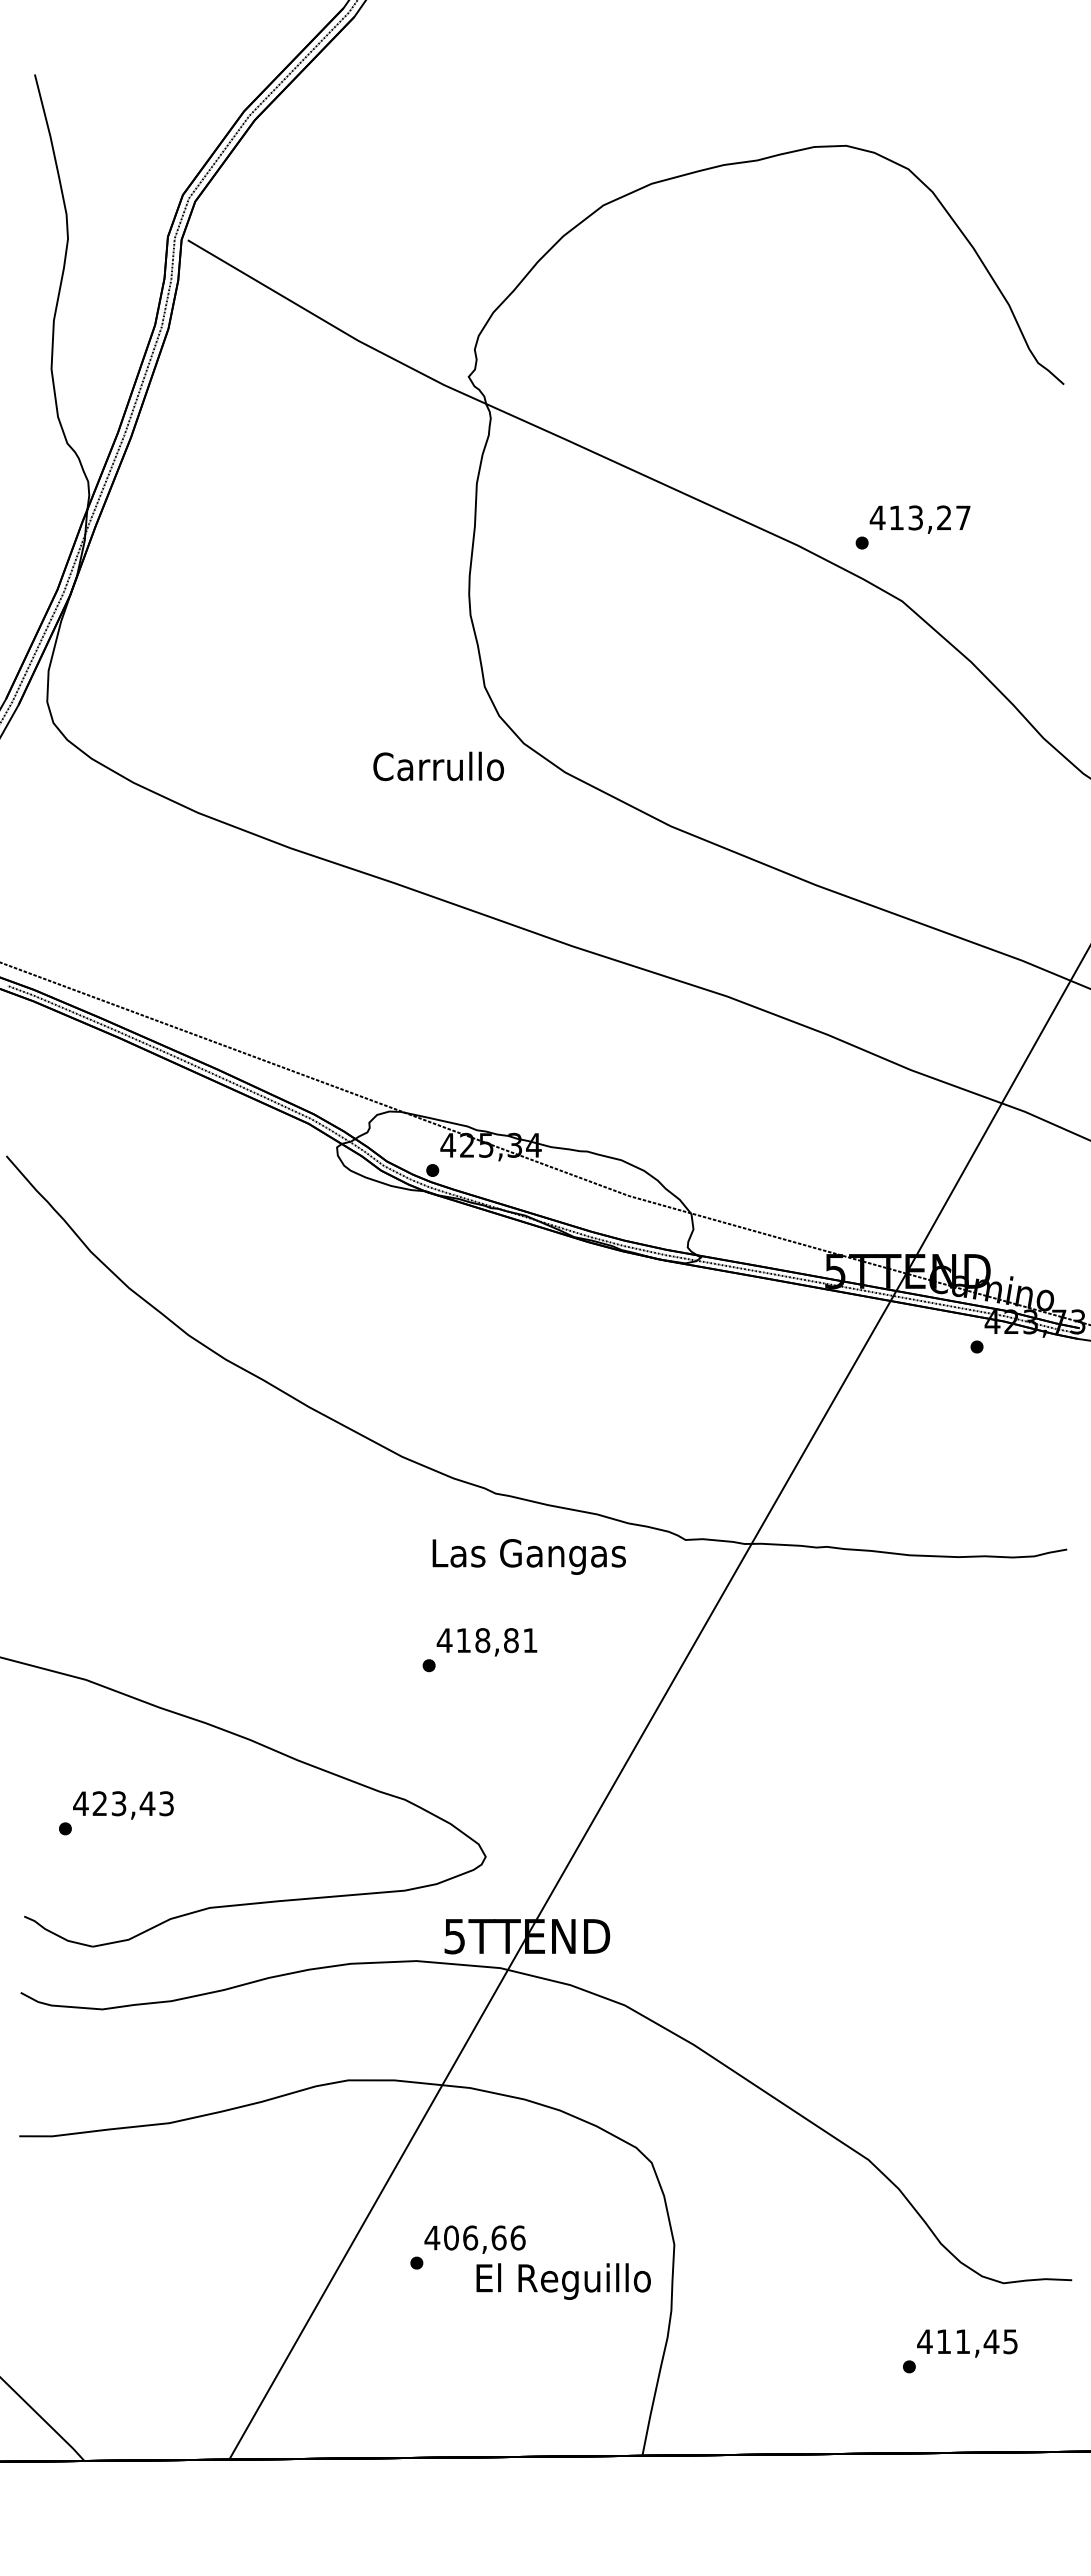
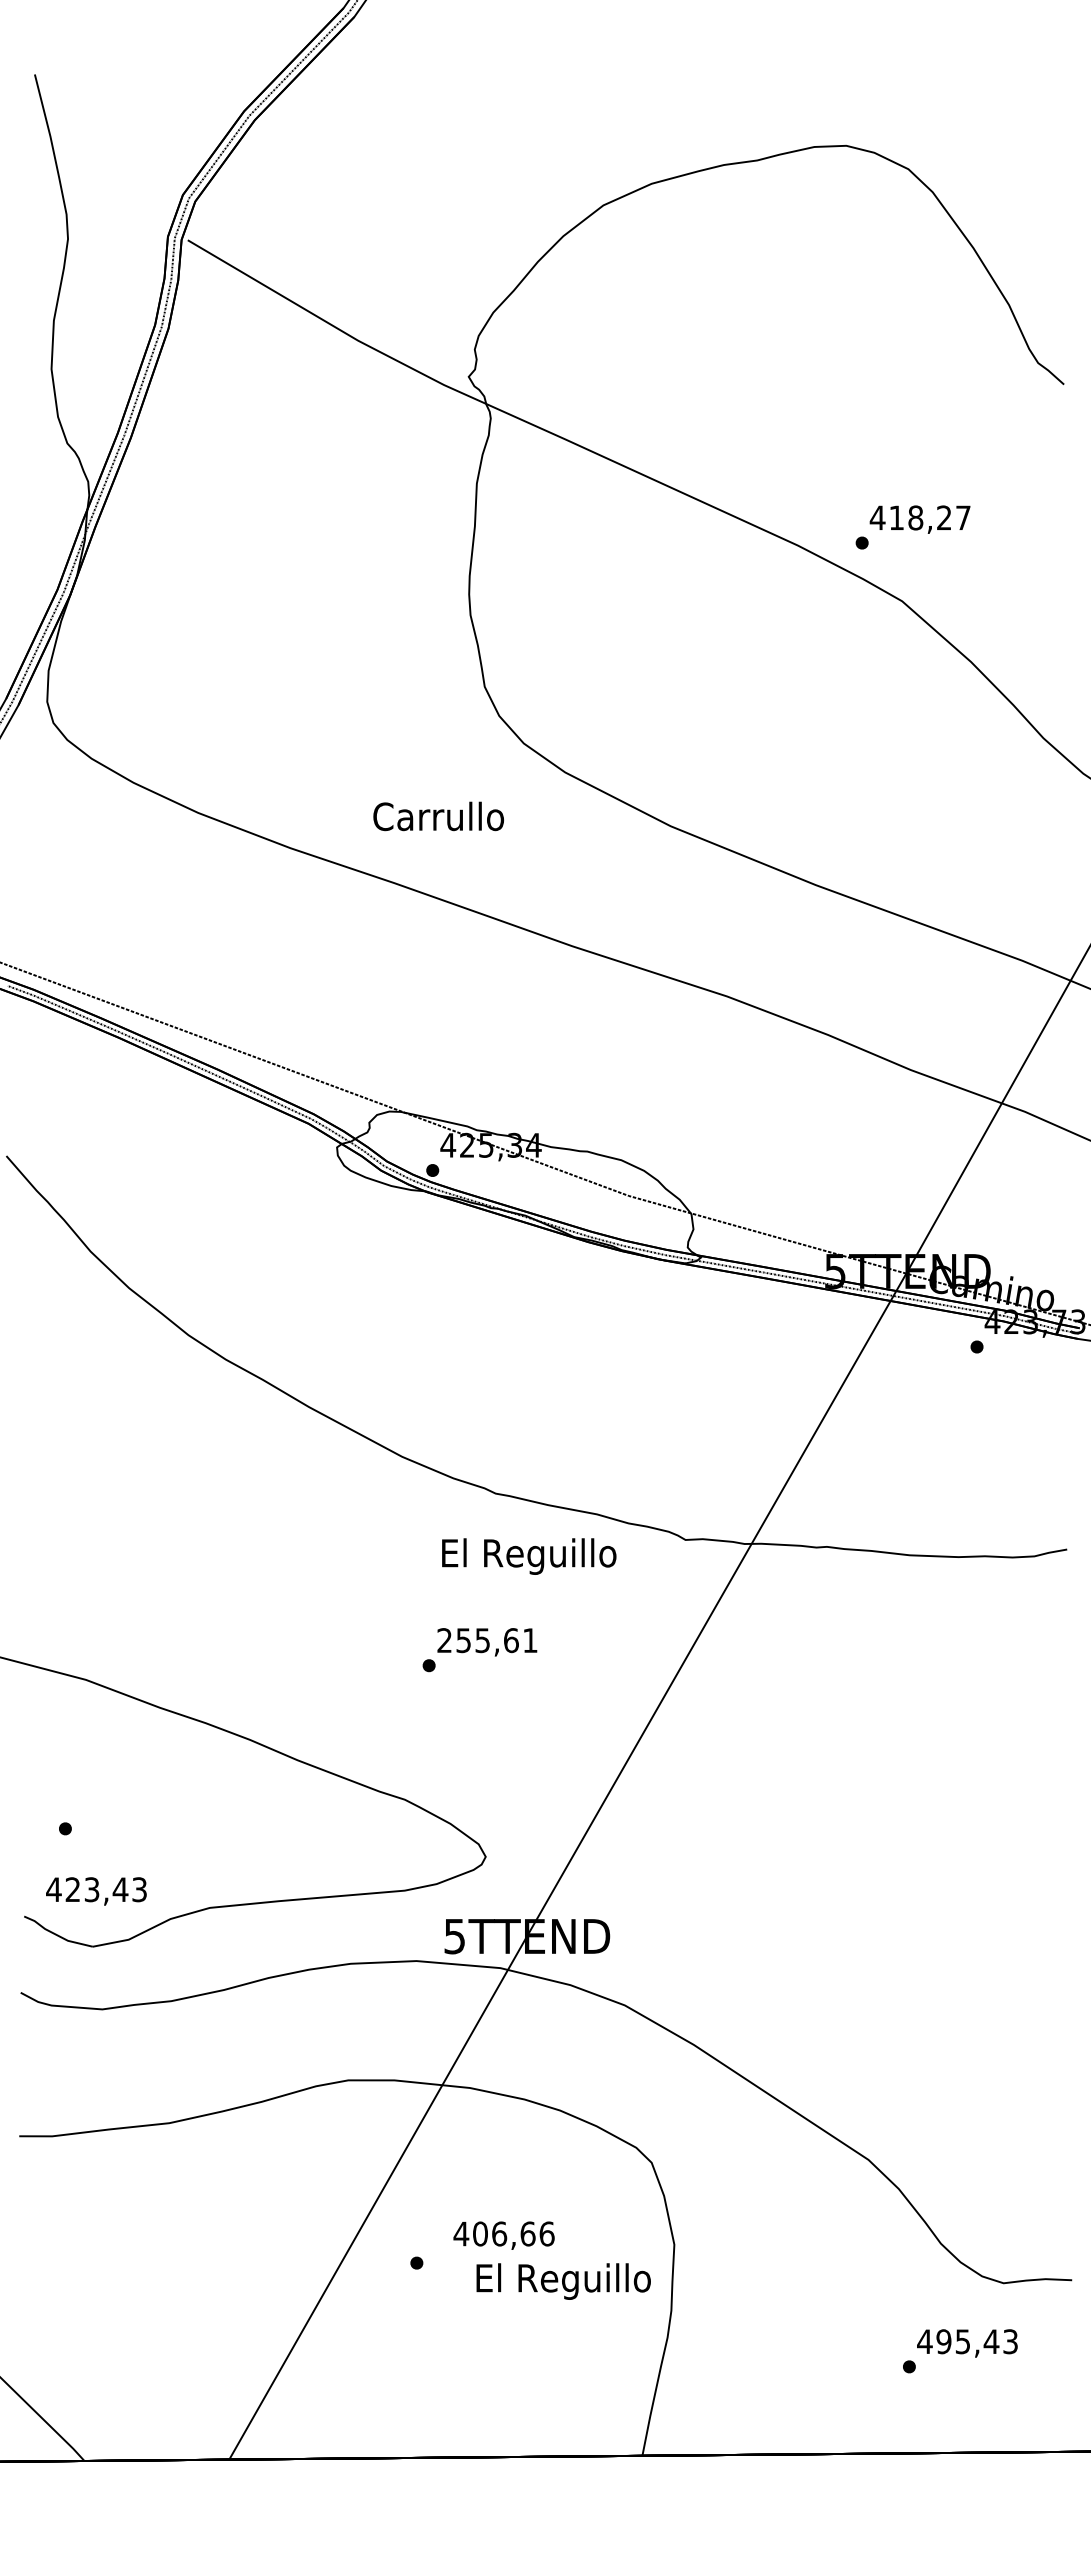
text at (915, 517): 413,27 -> 418,27
text at (438, 766) position: (438, 766) -> (438, 816)
text at (528, 1556): Las Gangas -> El Reguillo
text at (477, 1640): 418,81 -> 255,61
text at (123, 1805) position: (123, 1805) -> (96, 1891)
text at (474, 2239) position: (474, 2239) -> (503, 2235)
text at (976, 2341): 411,45 -> 495,43
